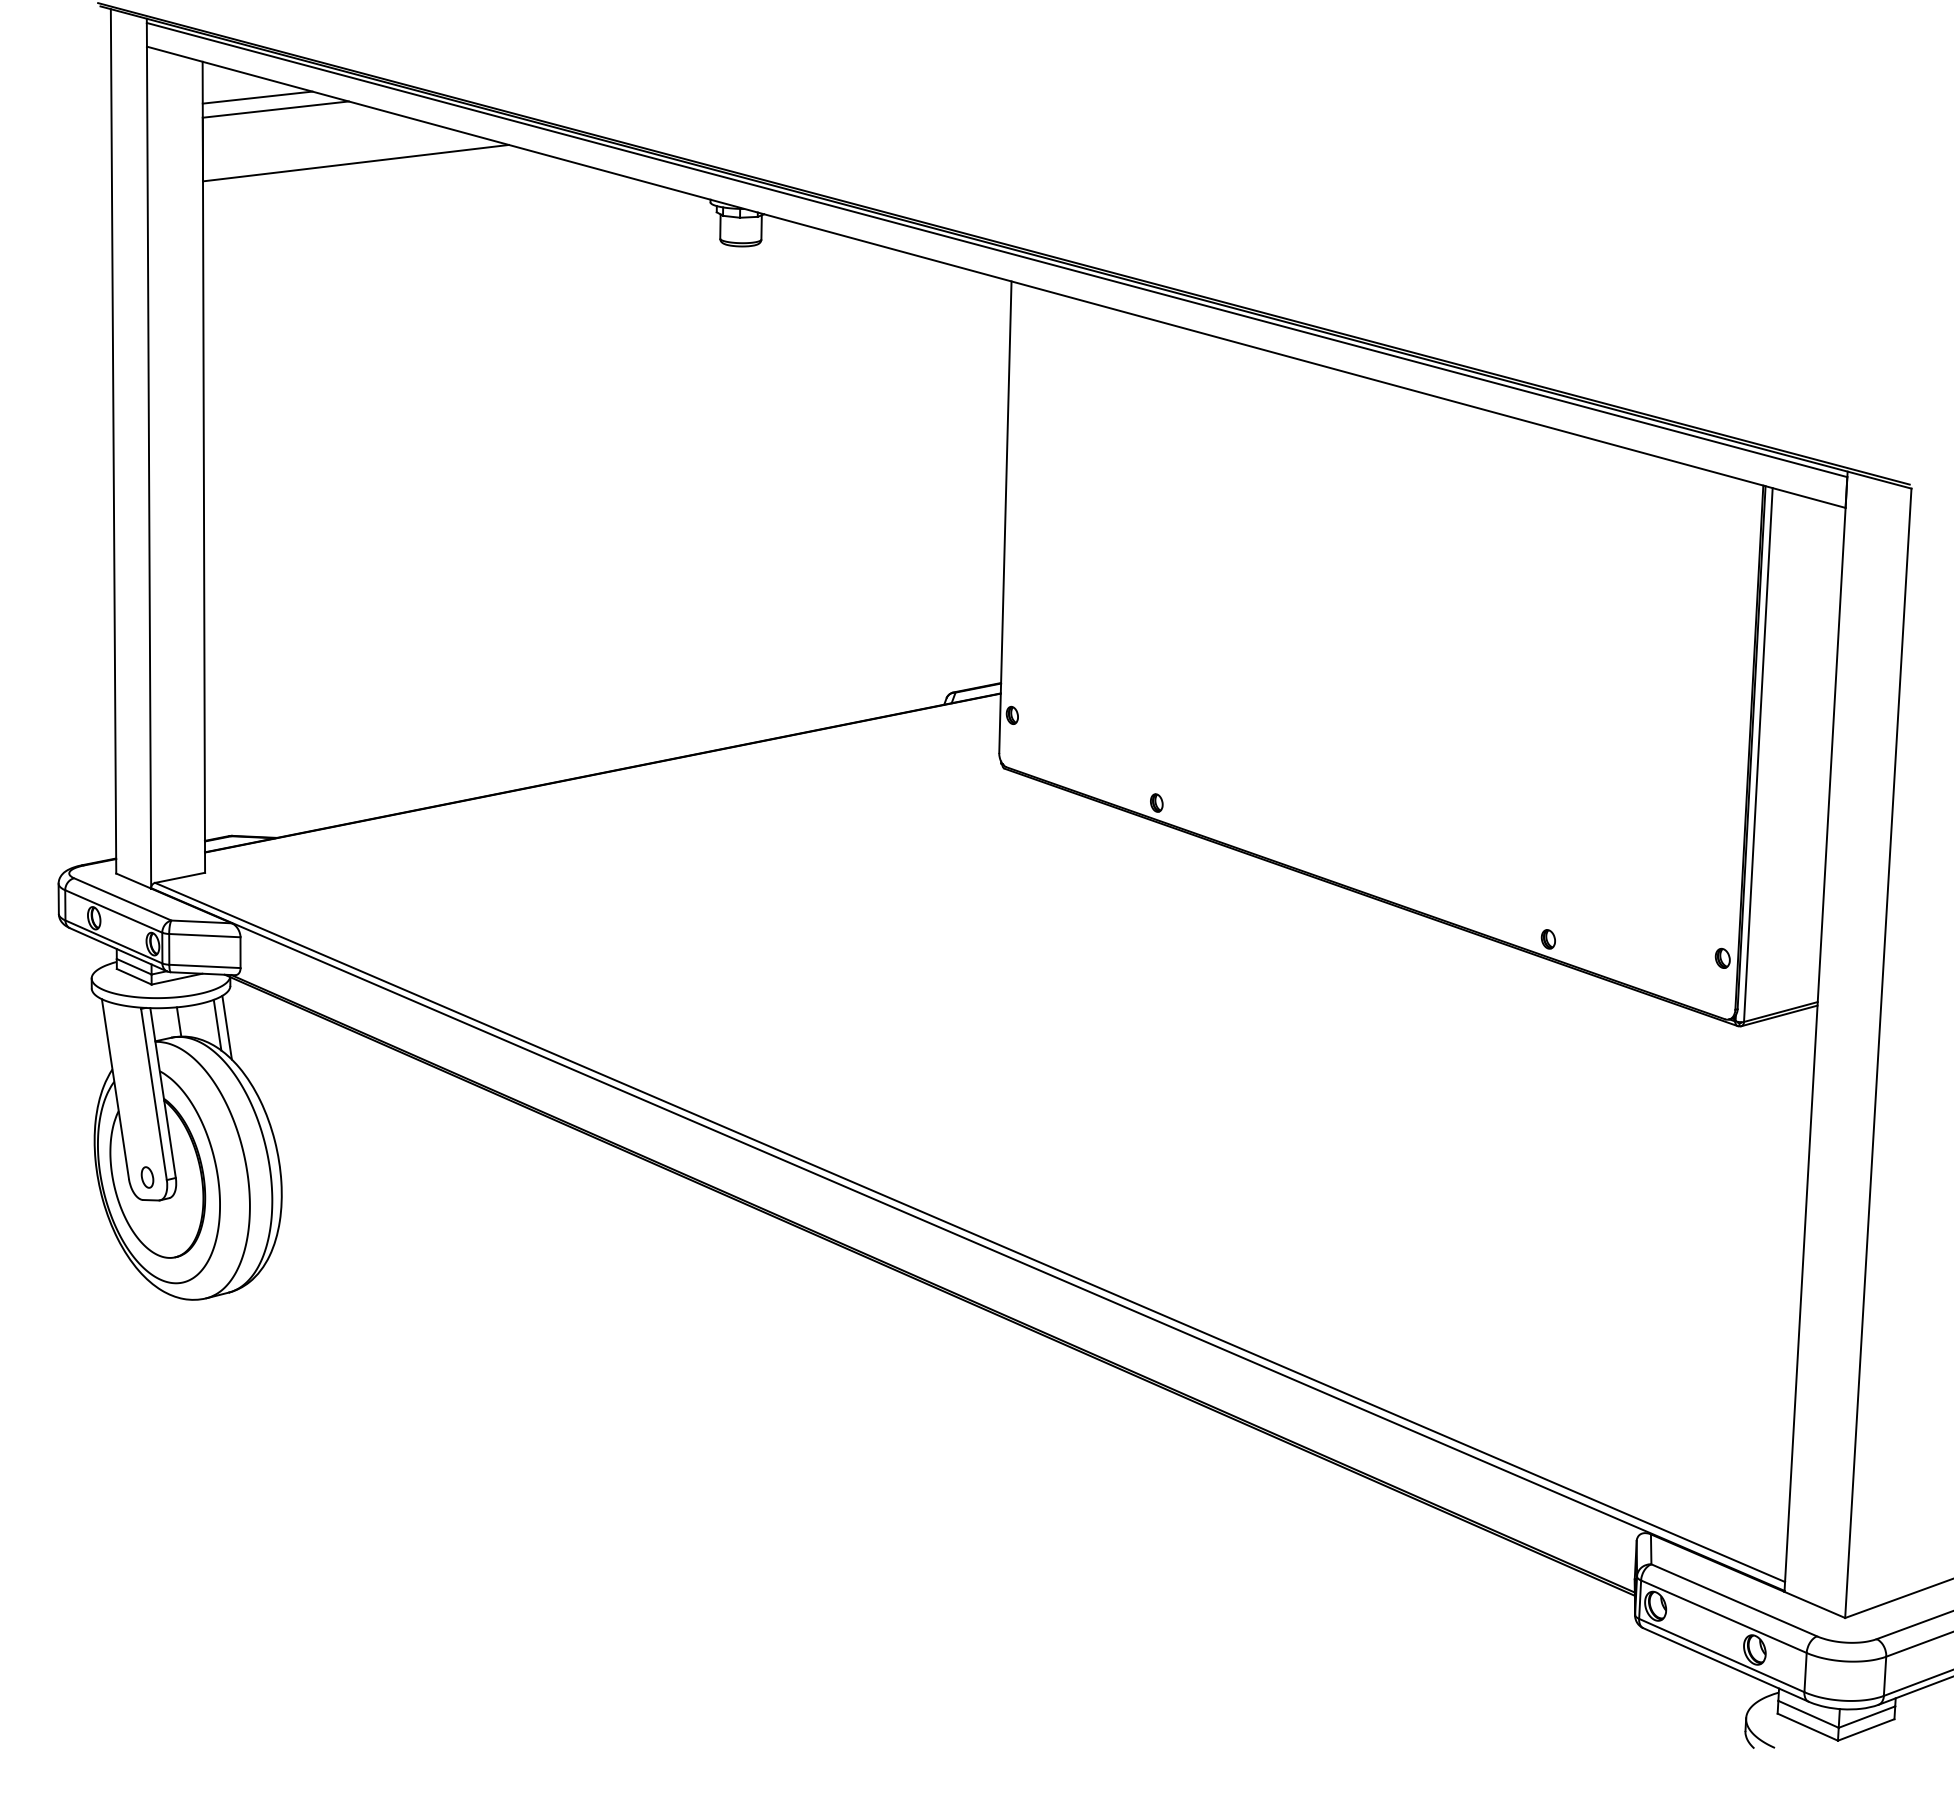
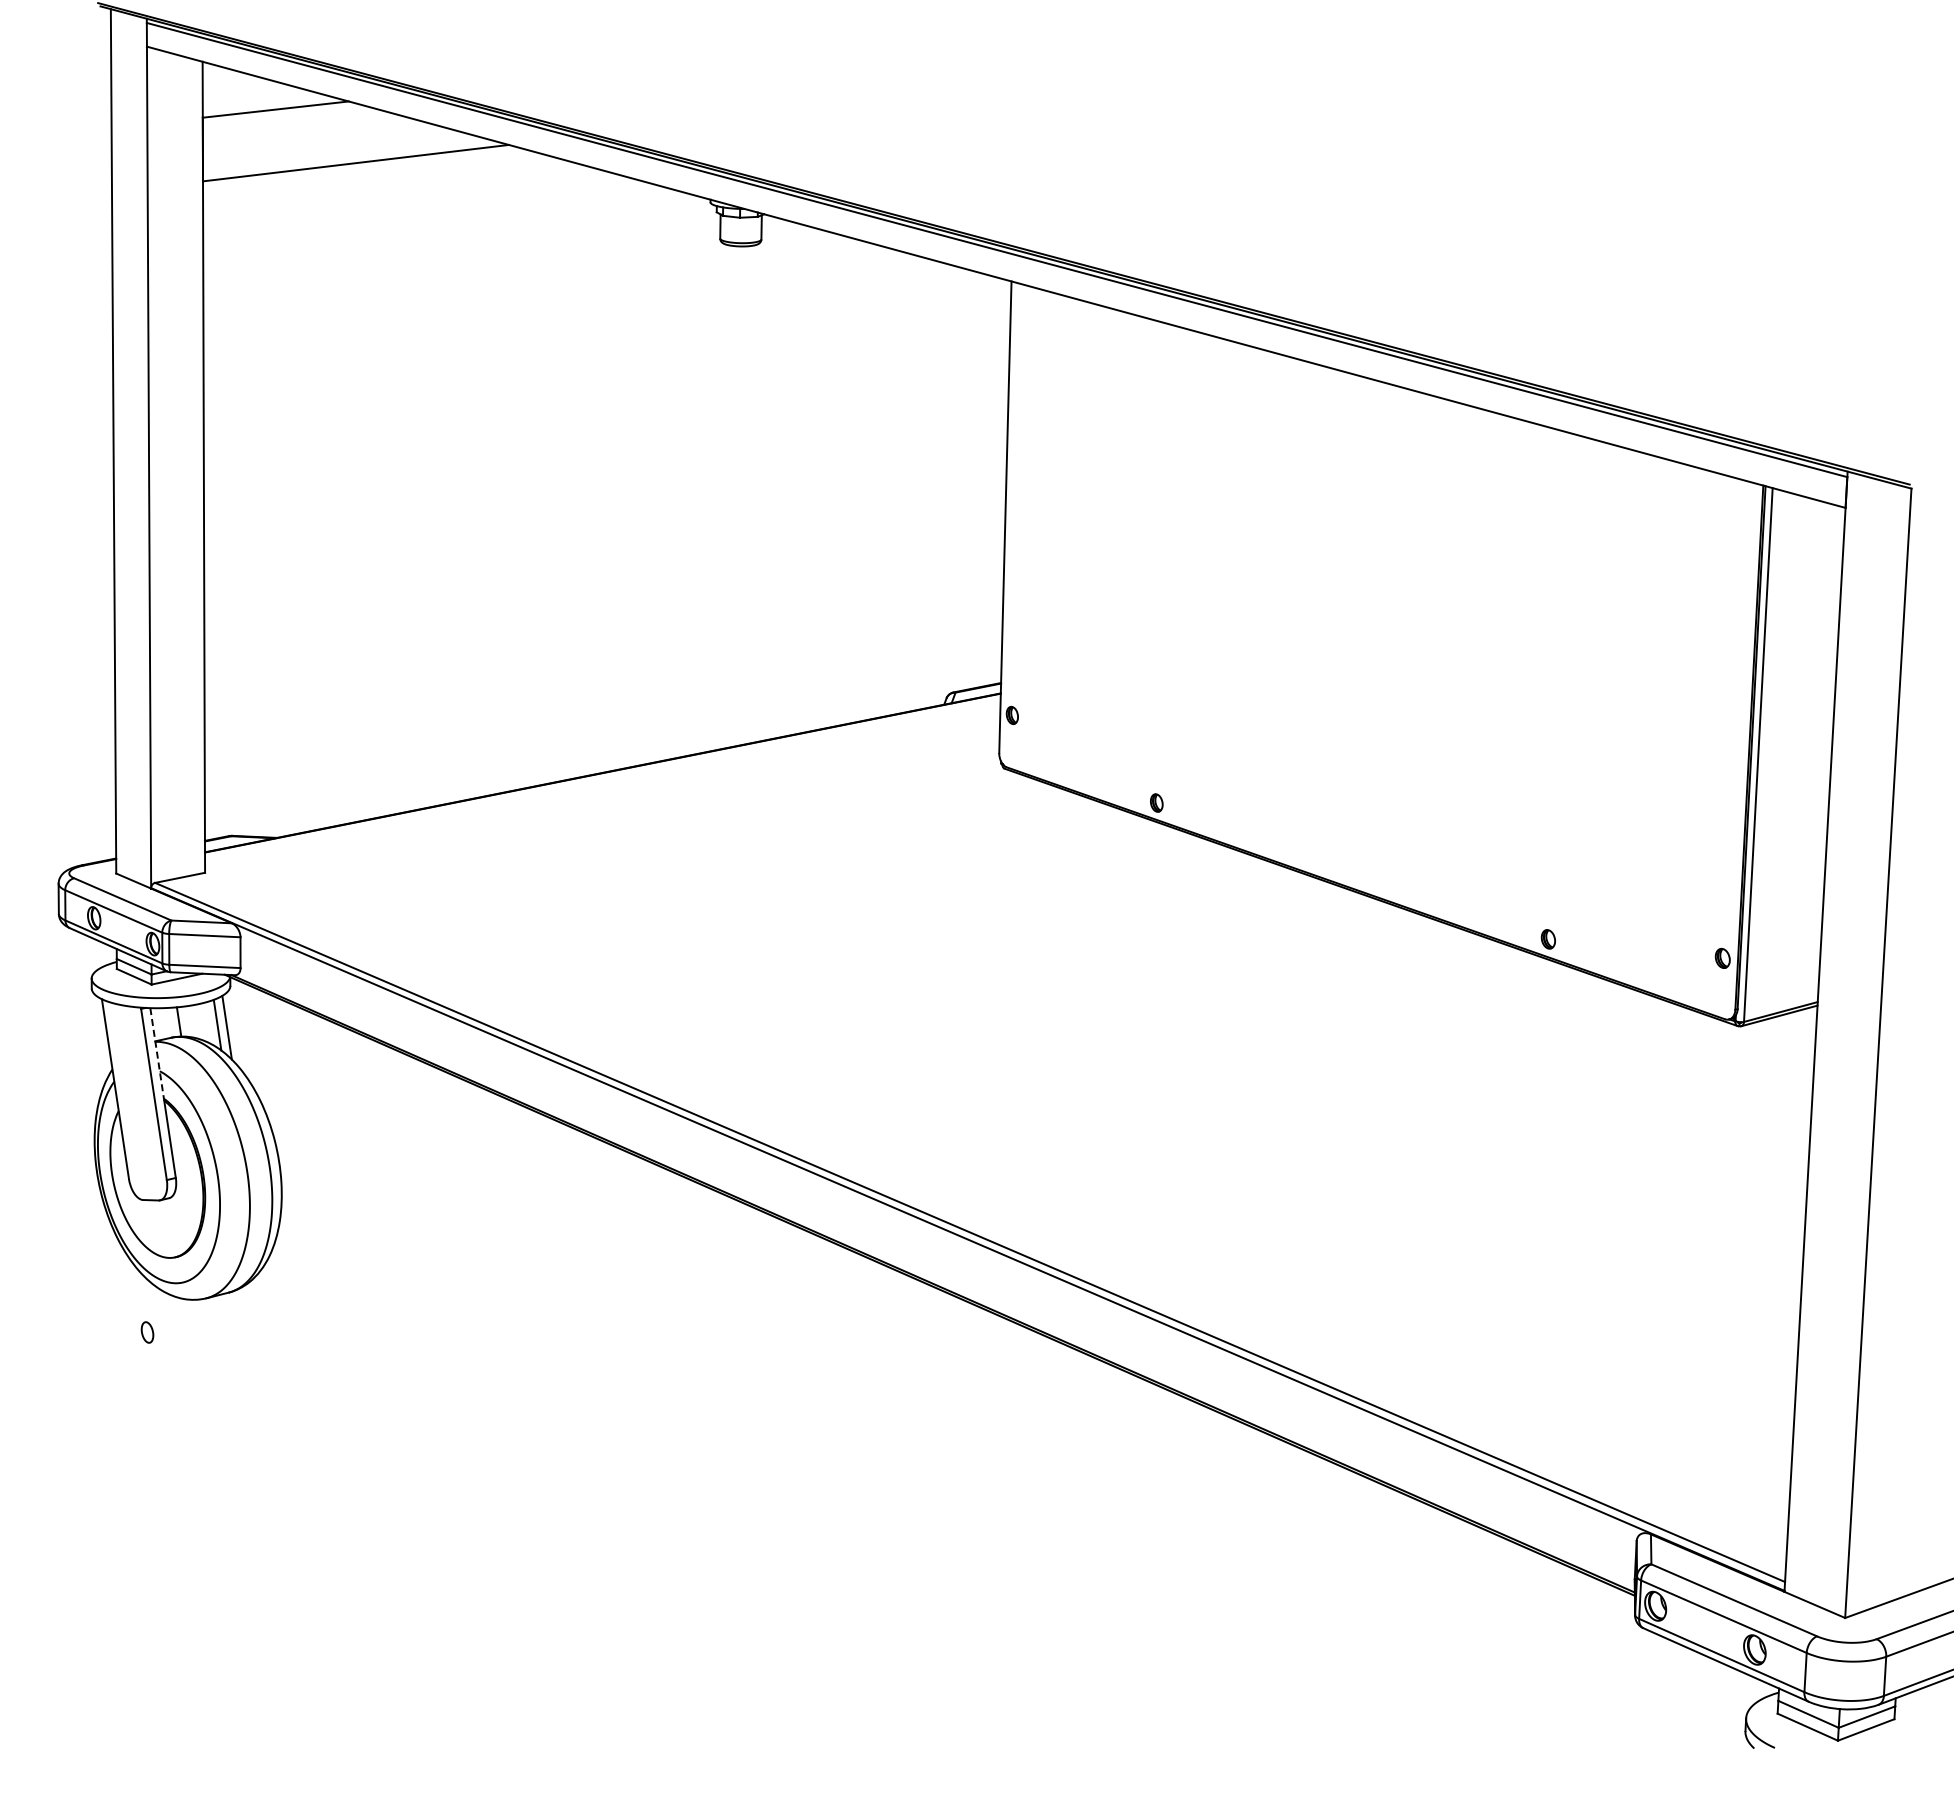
line at (257, 97): present -> none
line at (157, 1054): solid -> dashed
part at (147, 1177) position: (147, 1177) -> (147, 1332)
